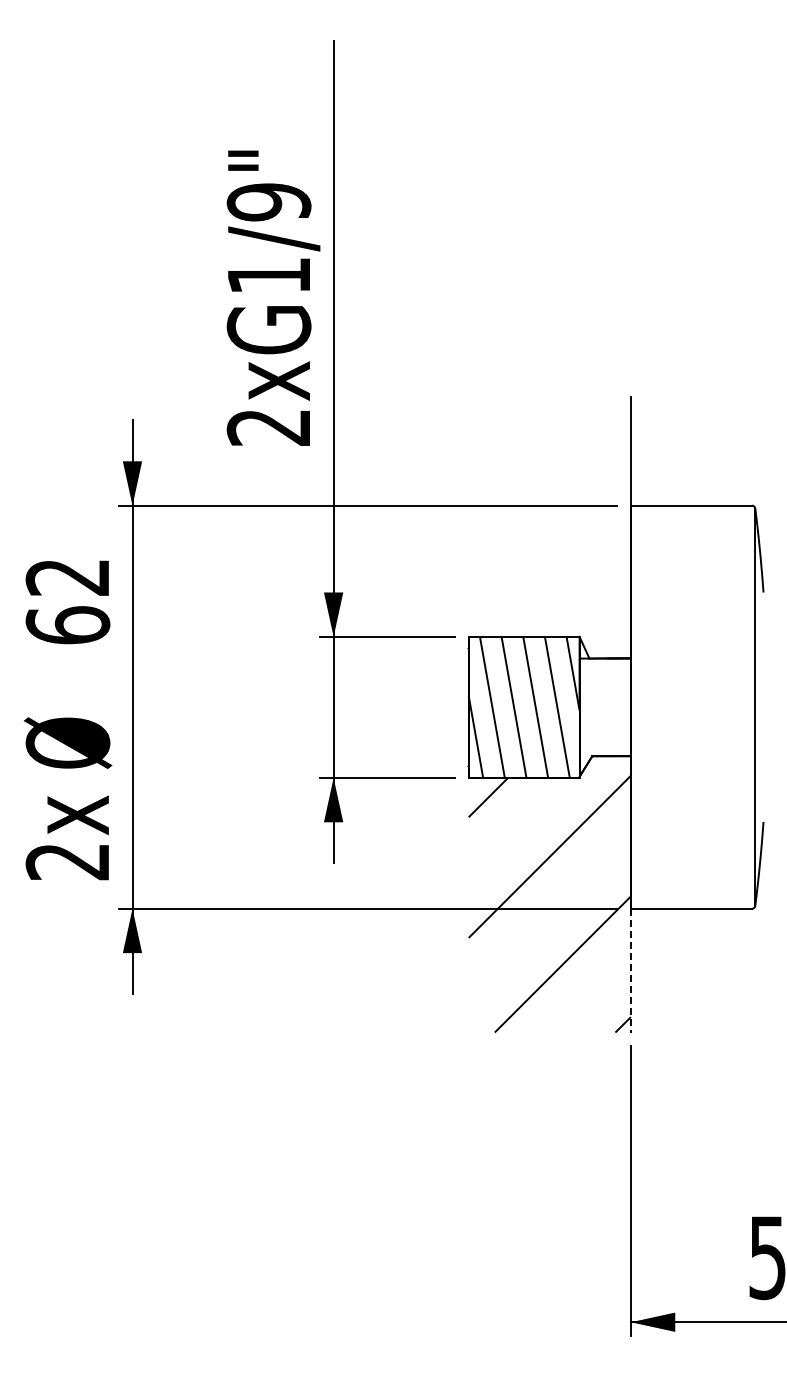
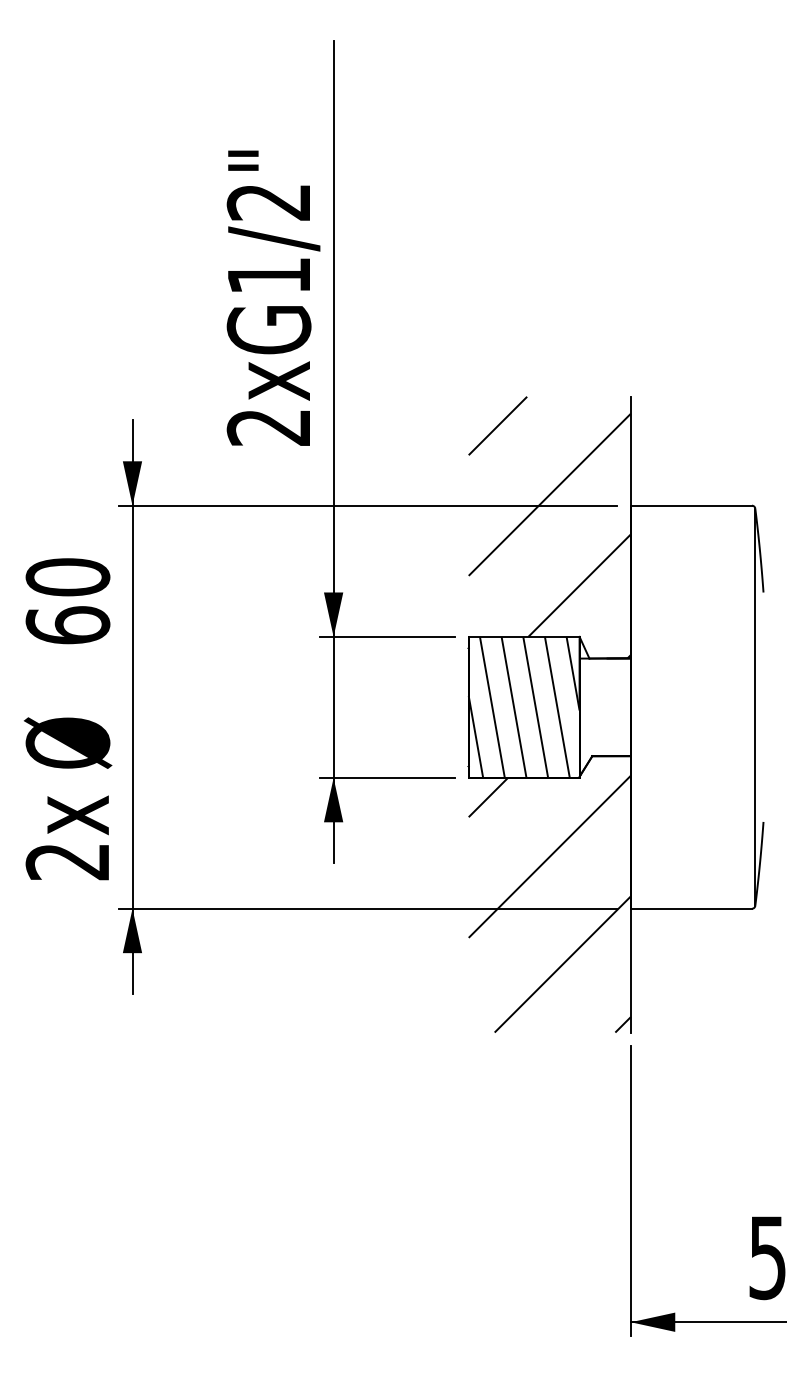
text at (268, 202): 2xG1/9" -> 2xG1/2"
hatch at (549, 527): none -> present
text at (67, 577): 62 -> 60
line at (630, 970): dashed -> solid
